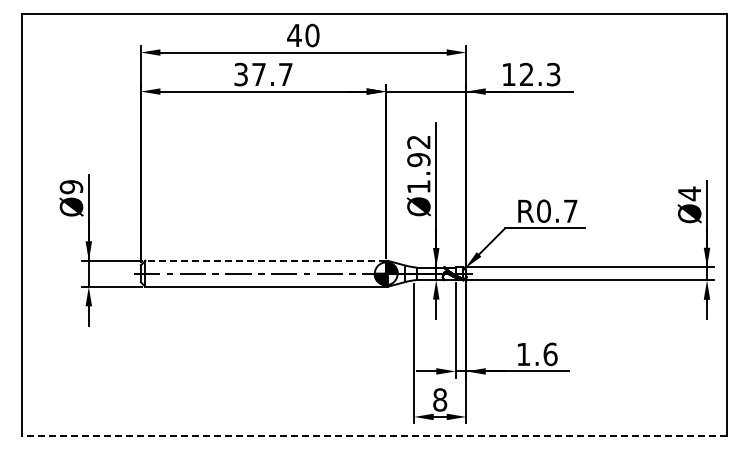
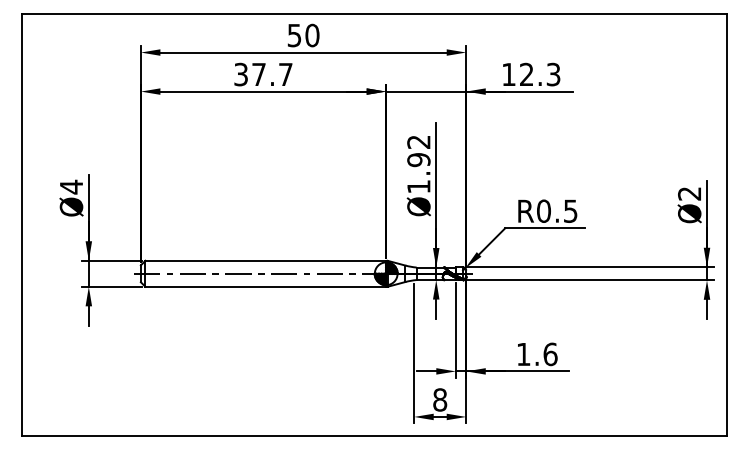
text at (294, 35): 40 -> 50
text at (71, 186): Ø9 -> Ø4
text at (689, 193): Ø4 -> Ø2
text at (570, 210): R0.7 -> R0.5
line at (265, 260): dashed -> solid
line at (374, 436): dashed -> solid
